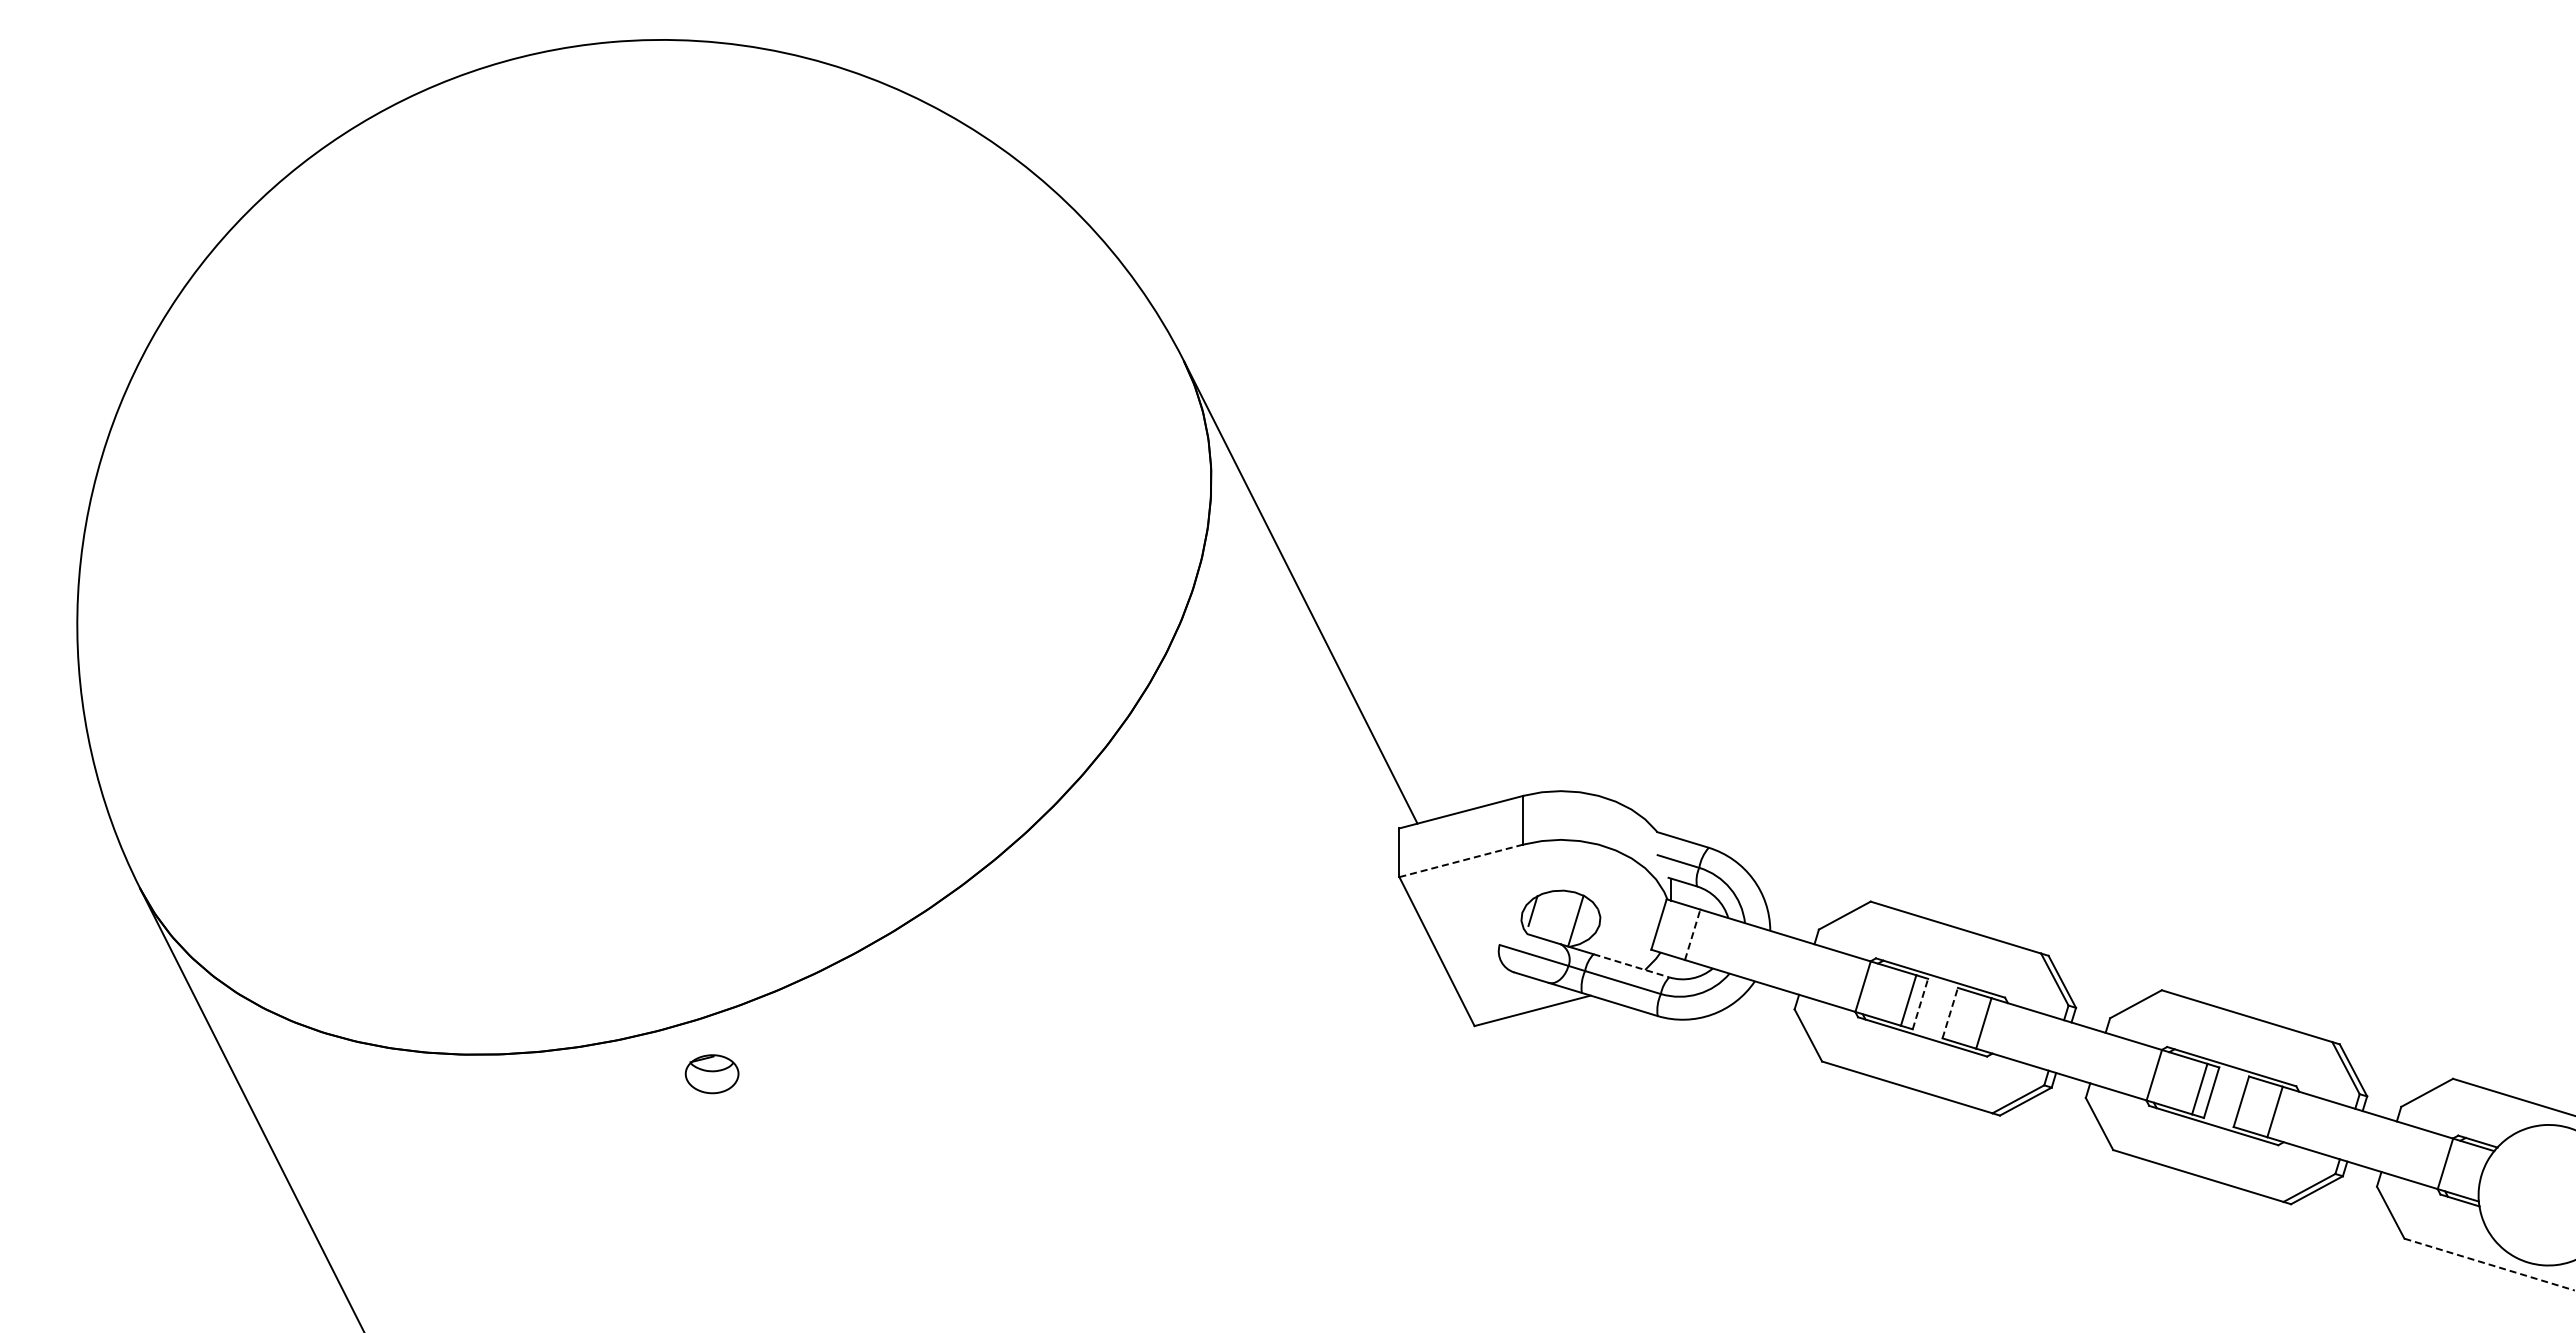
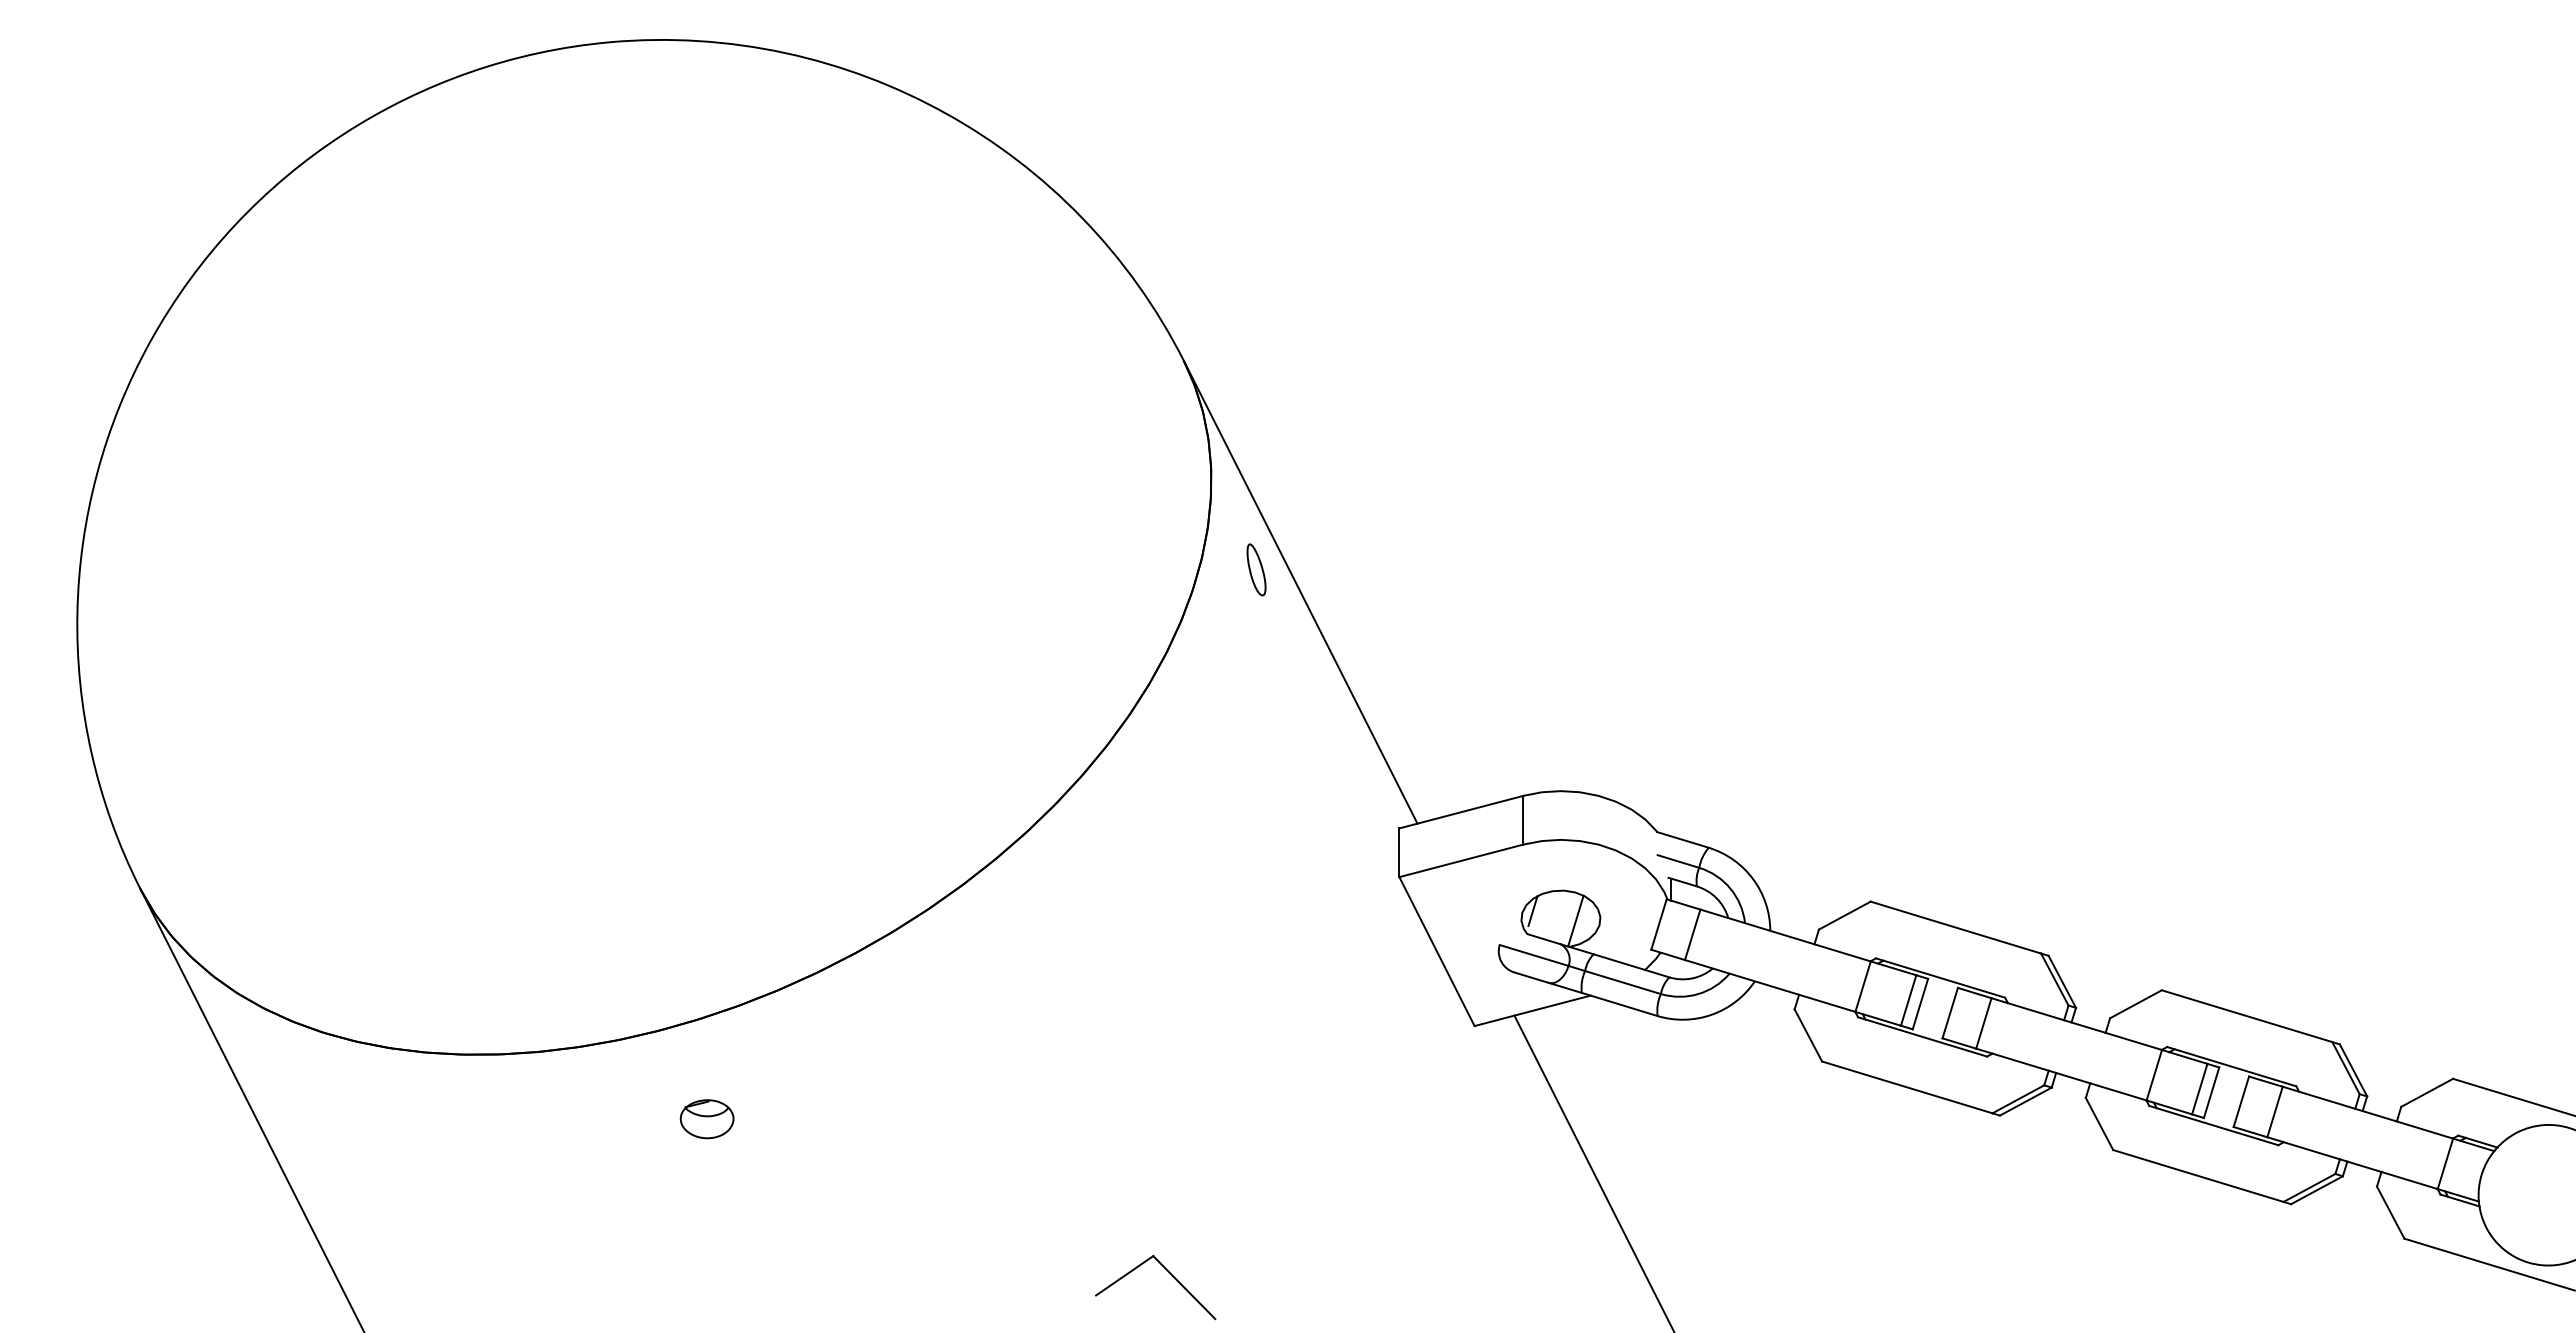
part at (1256, 569): none -> present
line at (1461, 860): dashed -> solid
line at (1692, 934): dashed -> solid
line at (1631, 965): dashed -> solid
line at (1920, 1003): dashed -> solid
line at (1950, 1012): dashed -> solid
part at (711, 1074) position: (711, 1074) -> (706, 1119)
line at (1593, 1172): none -> present
line at (2490, 1264): dashed -> solid
part at (1169, 1273): none -> present
